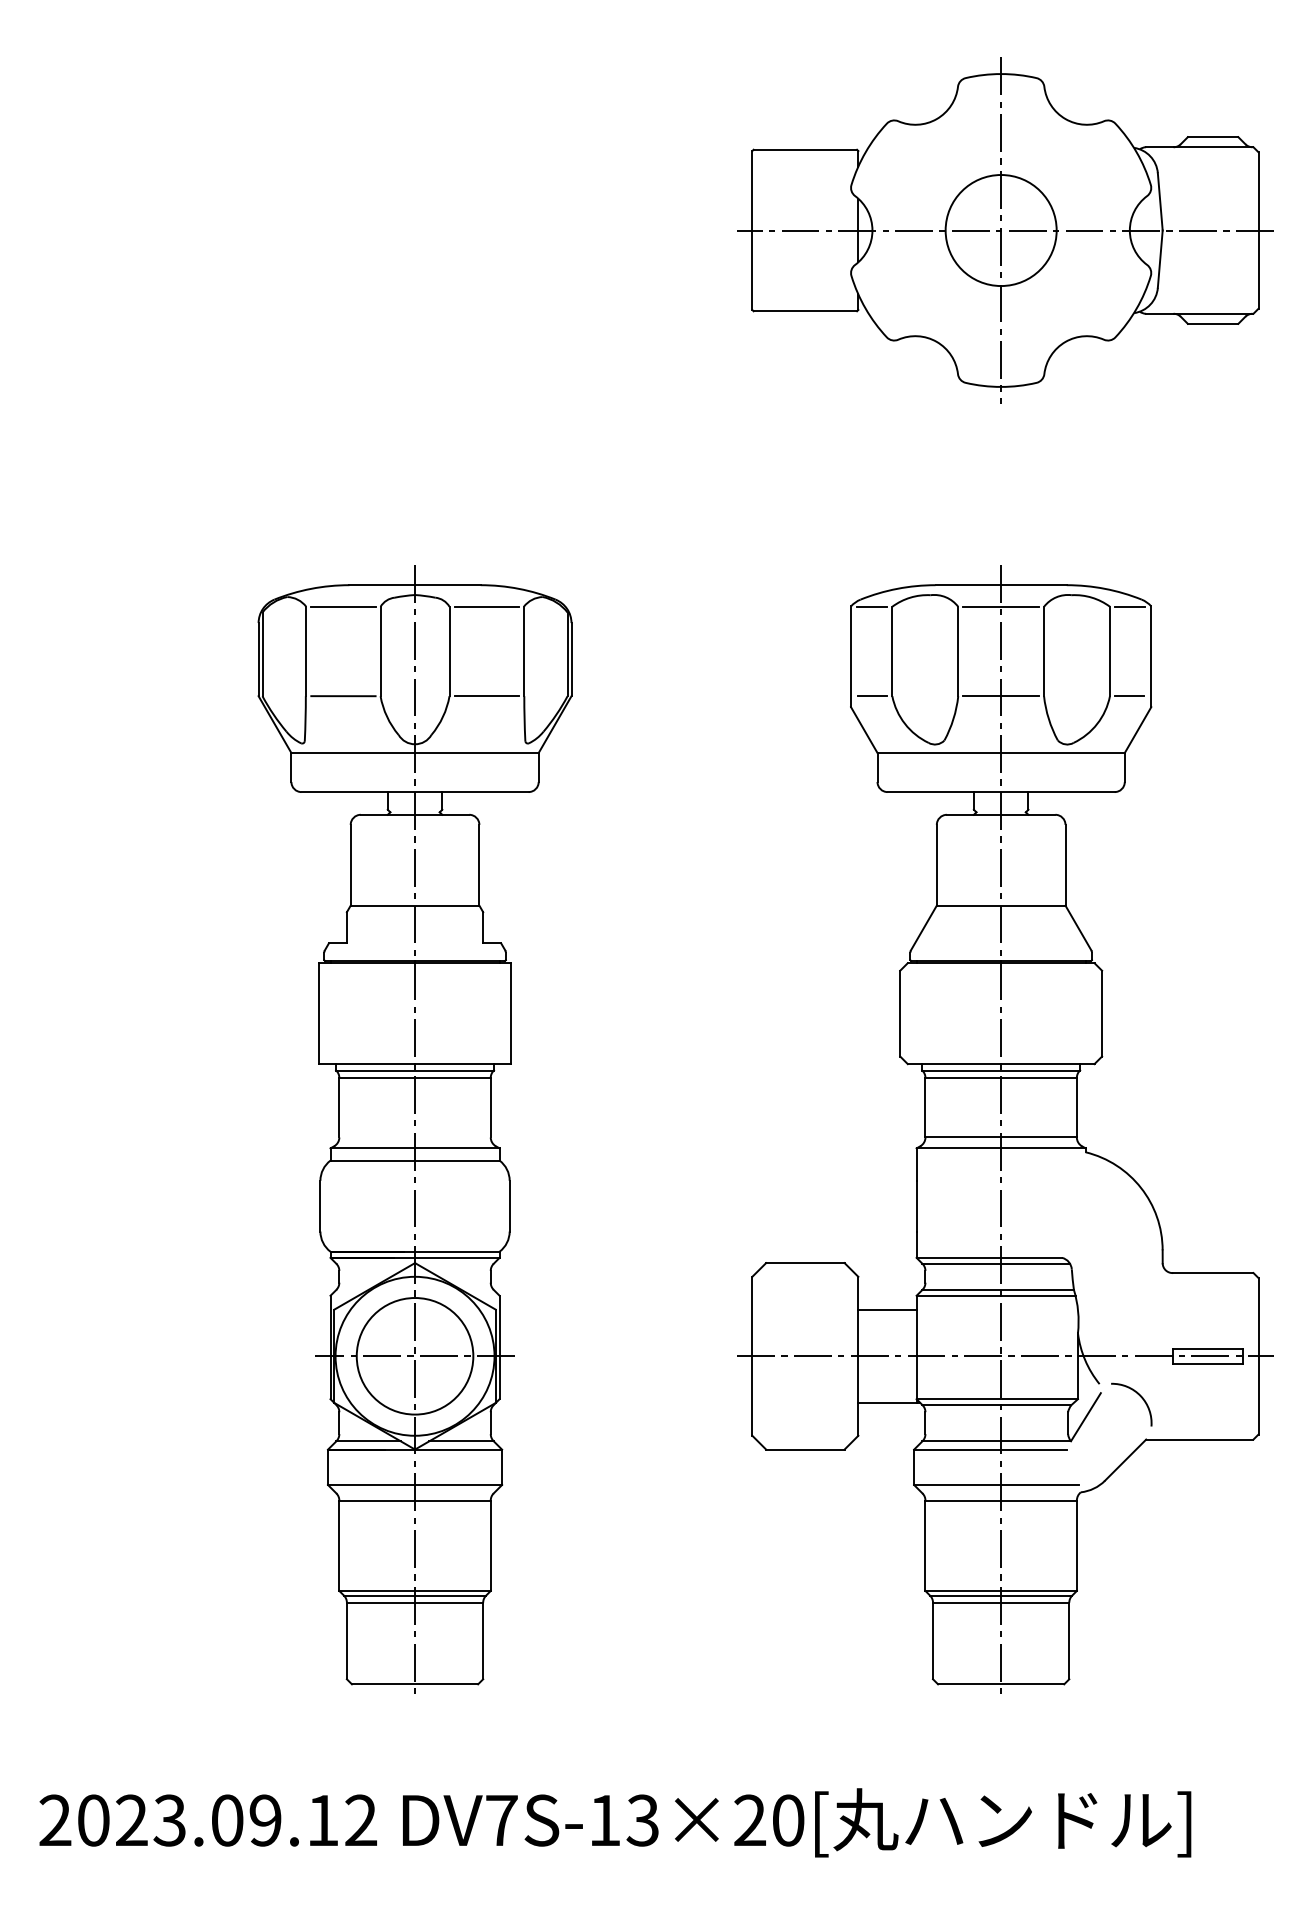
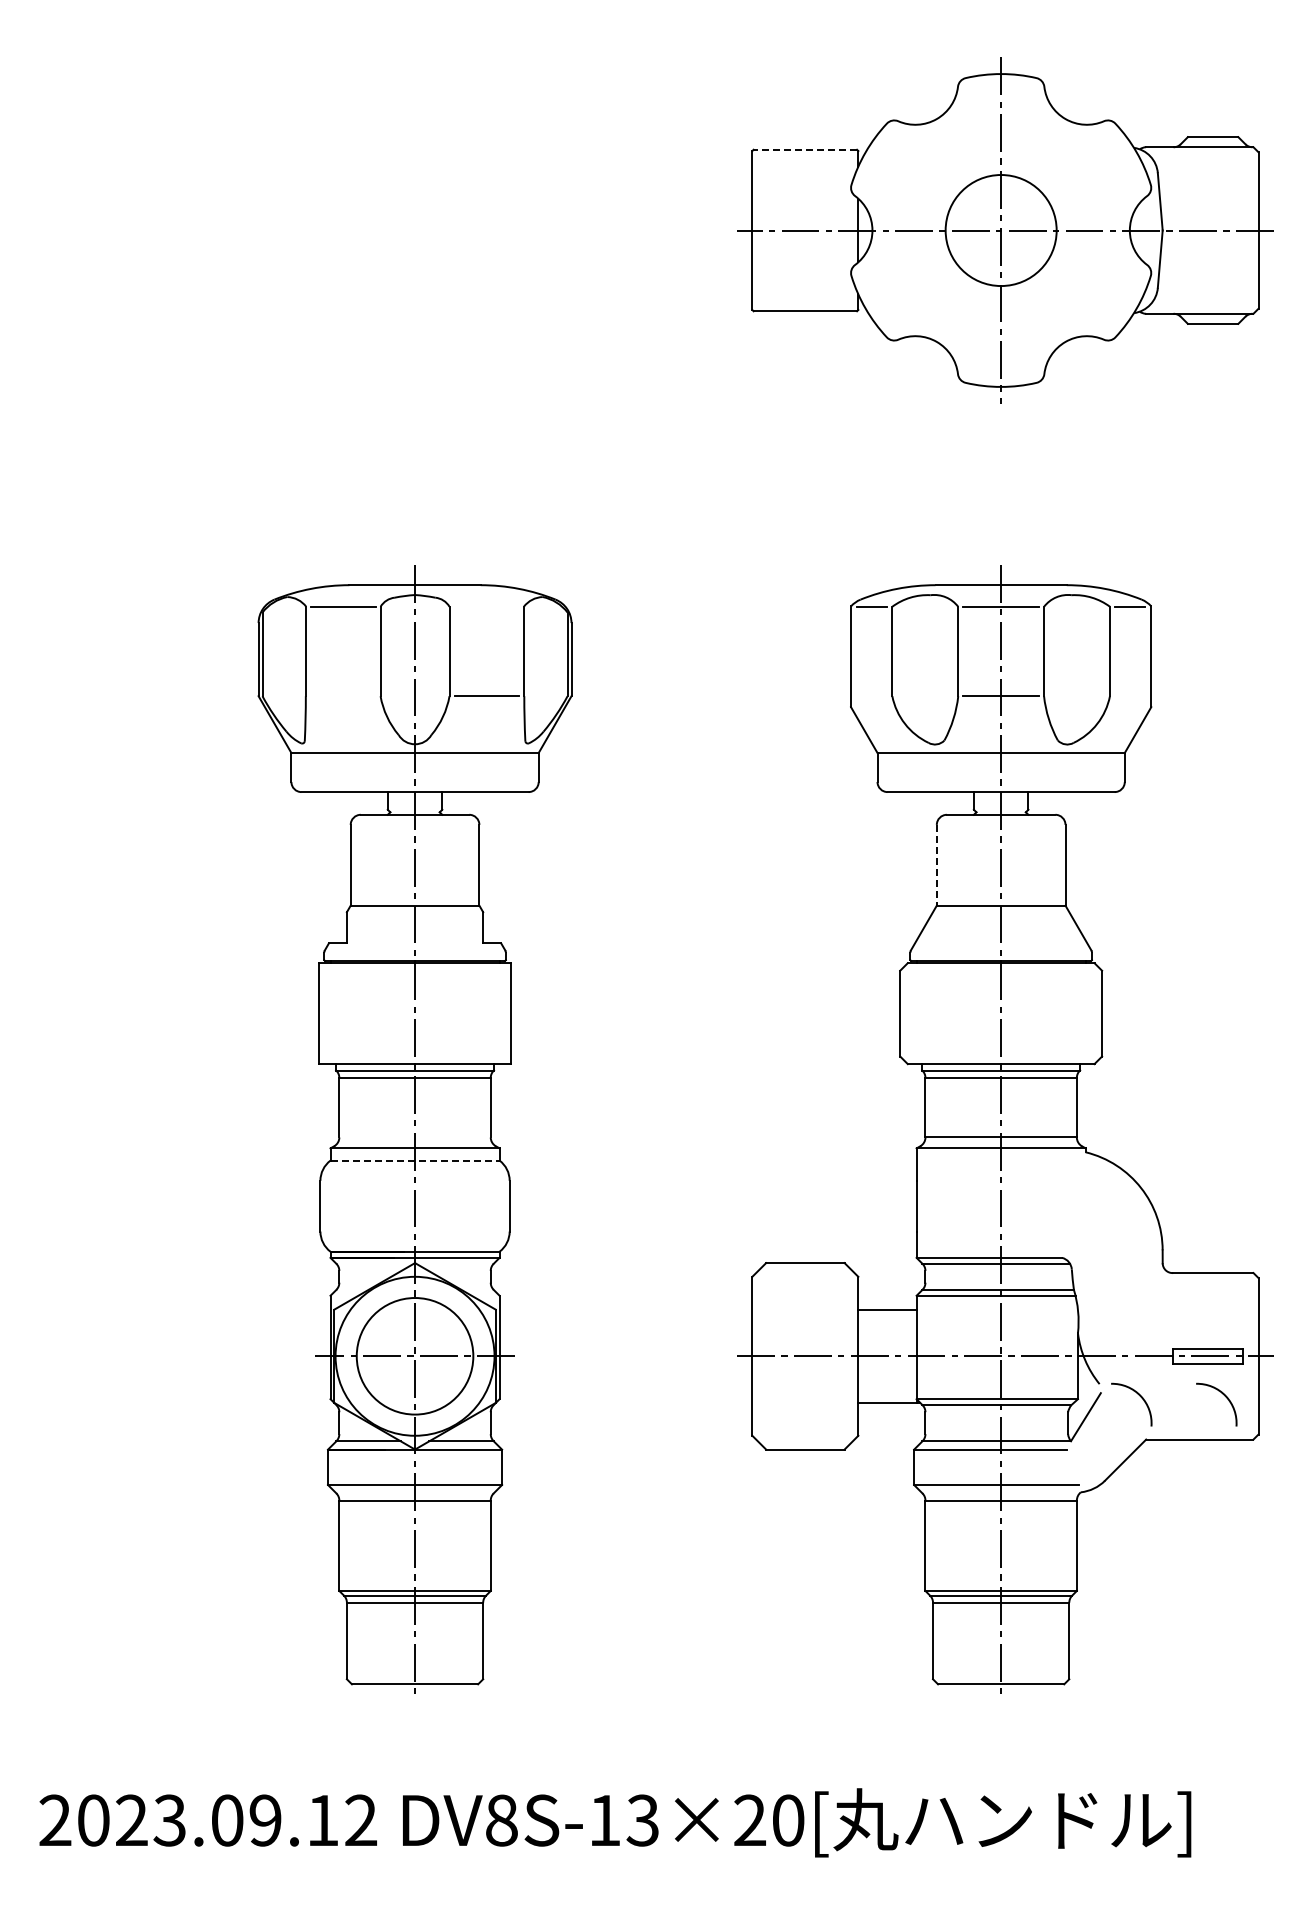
line at (805, 149): solid -> dashed
line at (486, 606): present -> none
line at (343, 696): present -> none
line at (872, 696): present -> none
line at (1129, 696): present -> none
line at (936, 865): solid -> dashed
line at (415, 1160): solid -> dashed
arc at (1224, 1396): none -> present
text at (501, 1820): DV7S-13×20[ -> DV8S-13×20[
